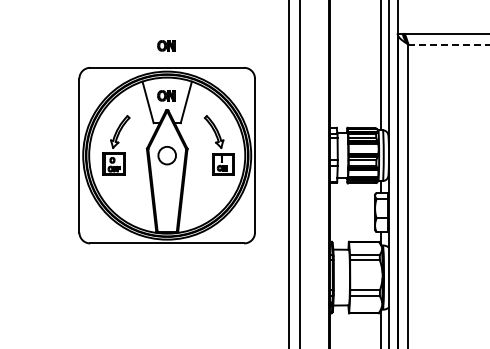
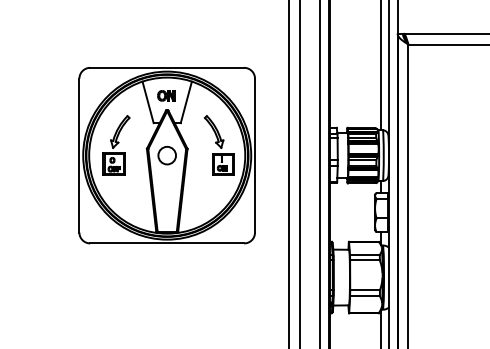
line at (449, 44): dashed -> solid
part at (166, 45): present -> none
line at (320, 173): none -> present
